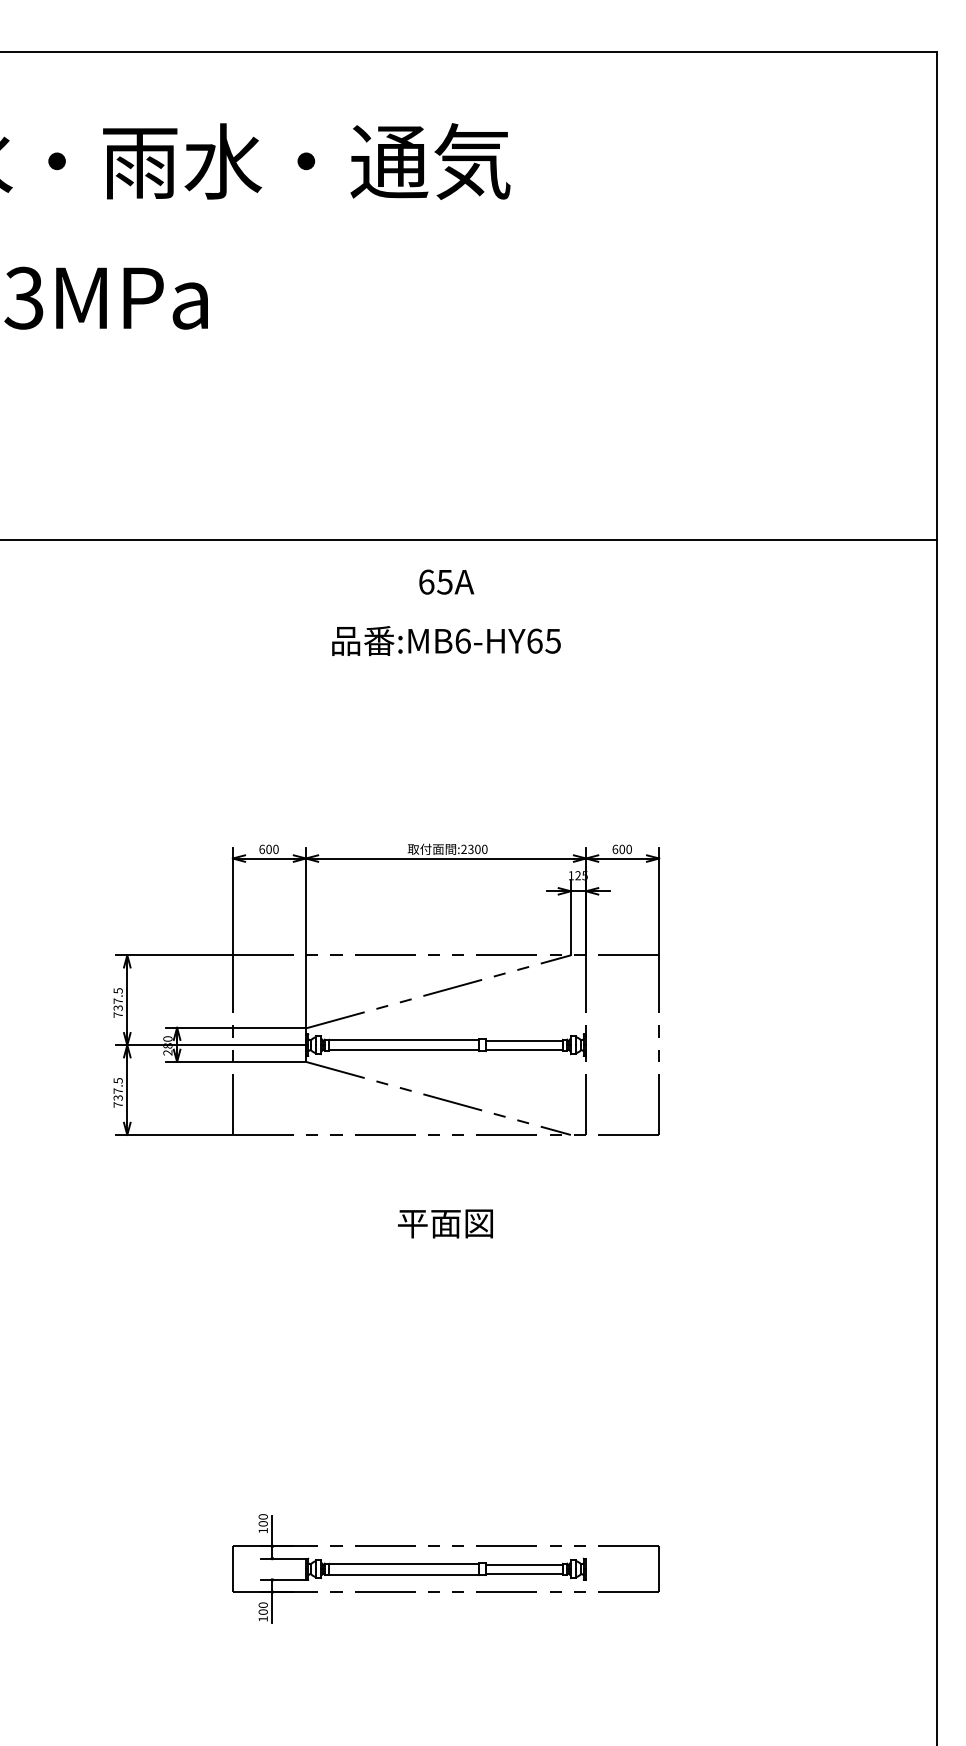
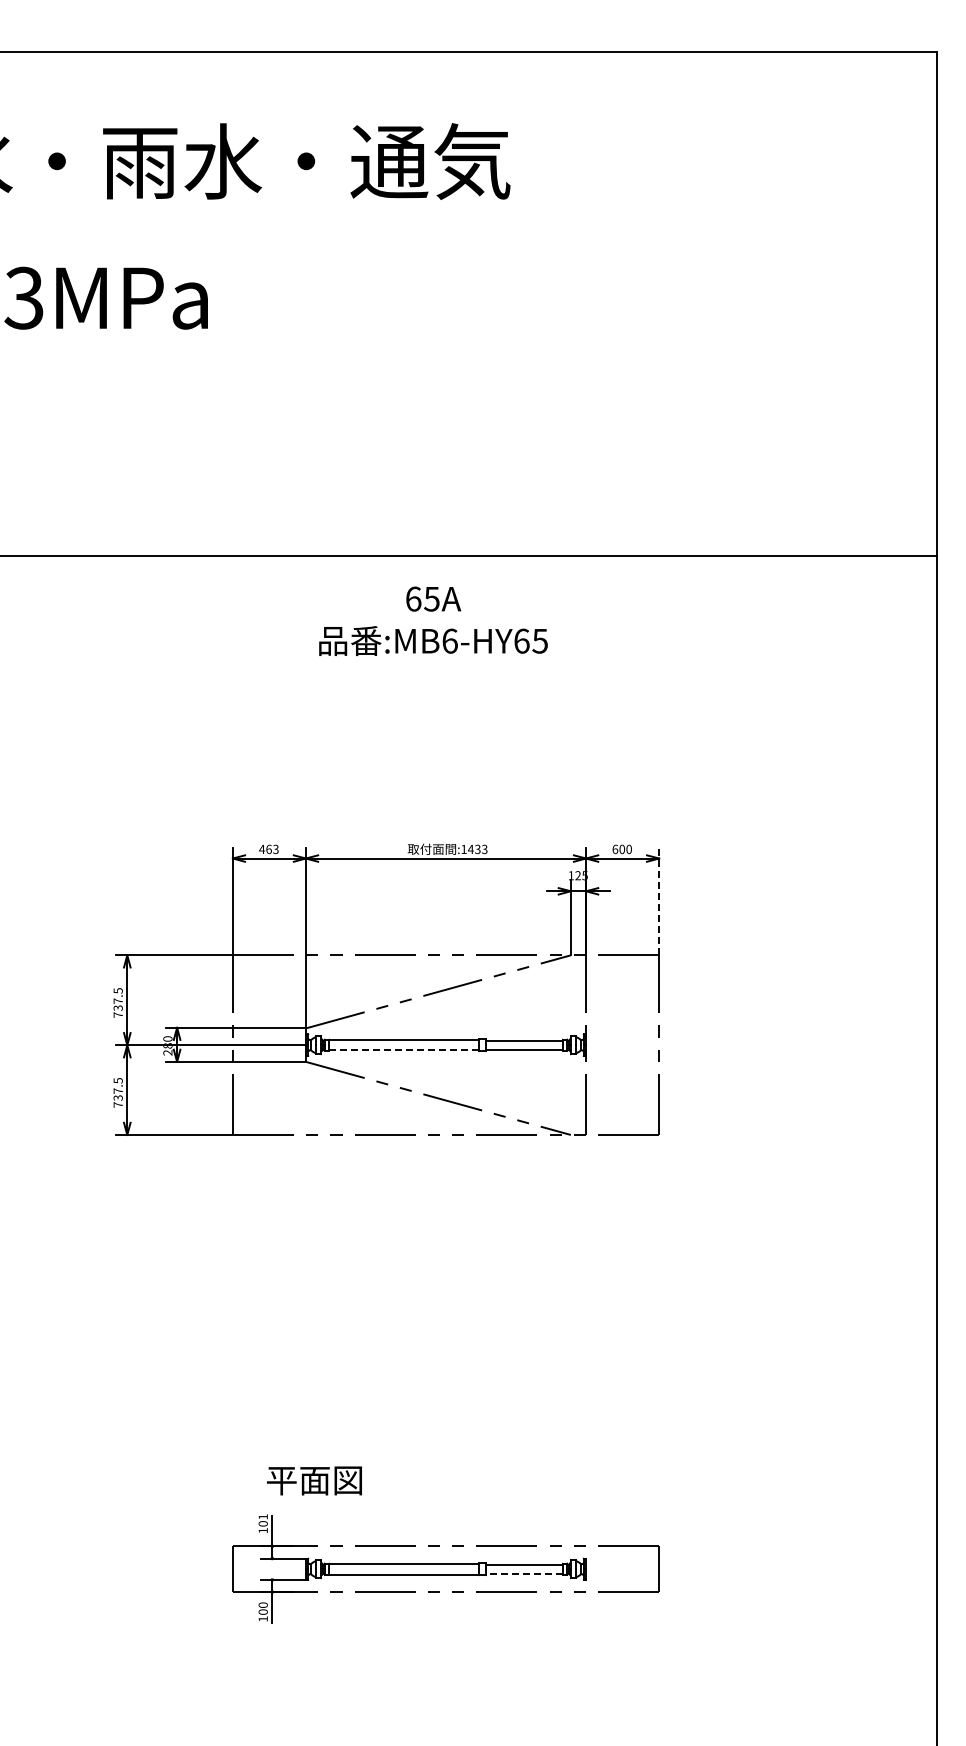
line at (469, 539) position: (469, 539) -> (469, 555)
text at (446, 581) position: (446, 581) -> (433, 598)
text at (446, 640) position: (446, 640) -> (433, 640)
text at (268, 849): 600 -> 463
text at (474, 849): :2300 -> :1433
line at (659, 901): solid -> dashed
line at (403, 1050): solid -> dashed
text at (445, 1223) position: (445, 1223) -> (314, 1480)
text at (262, 1516): 100 -> 101
line at (524, 1573): solid -> dashed
